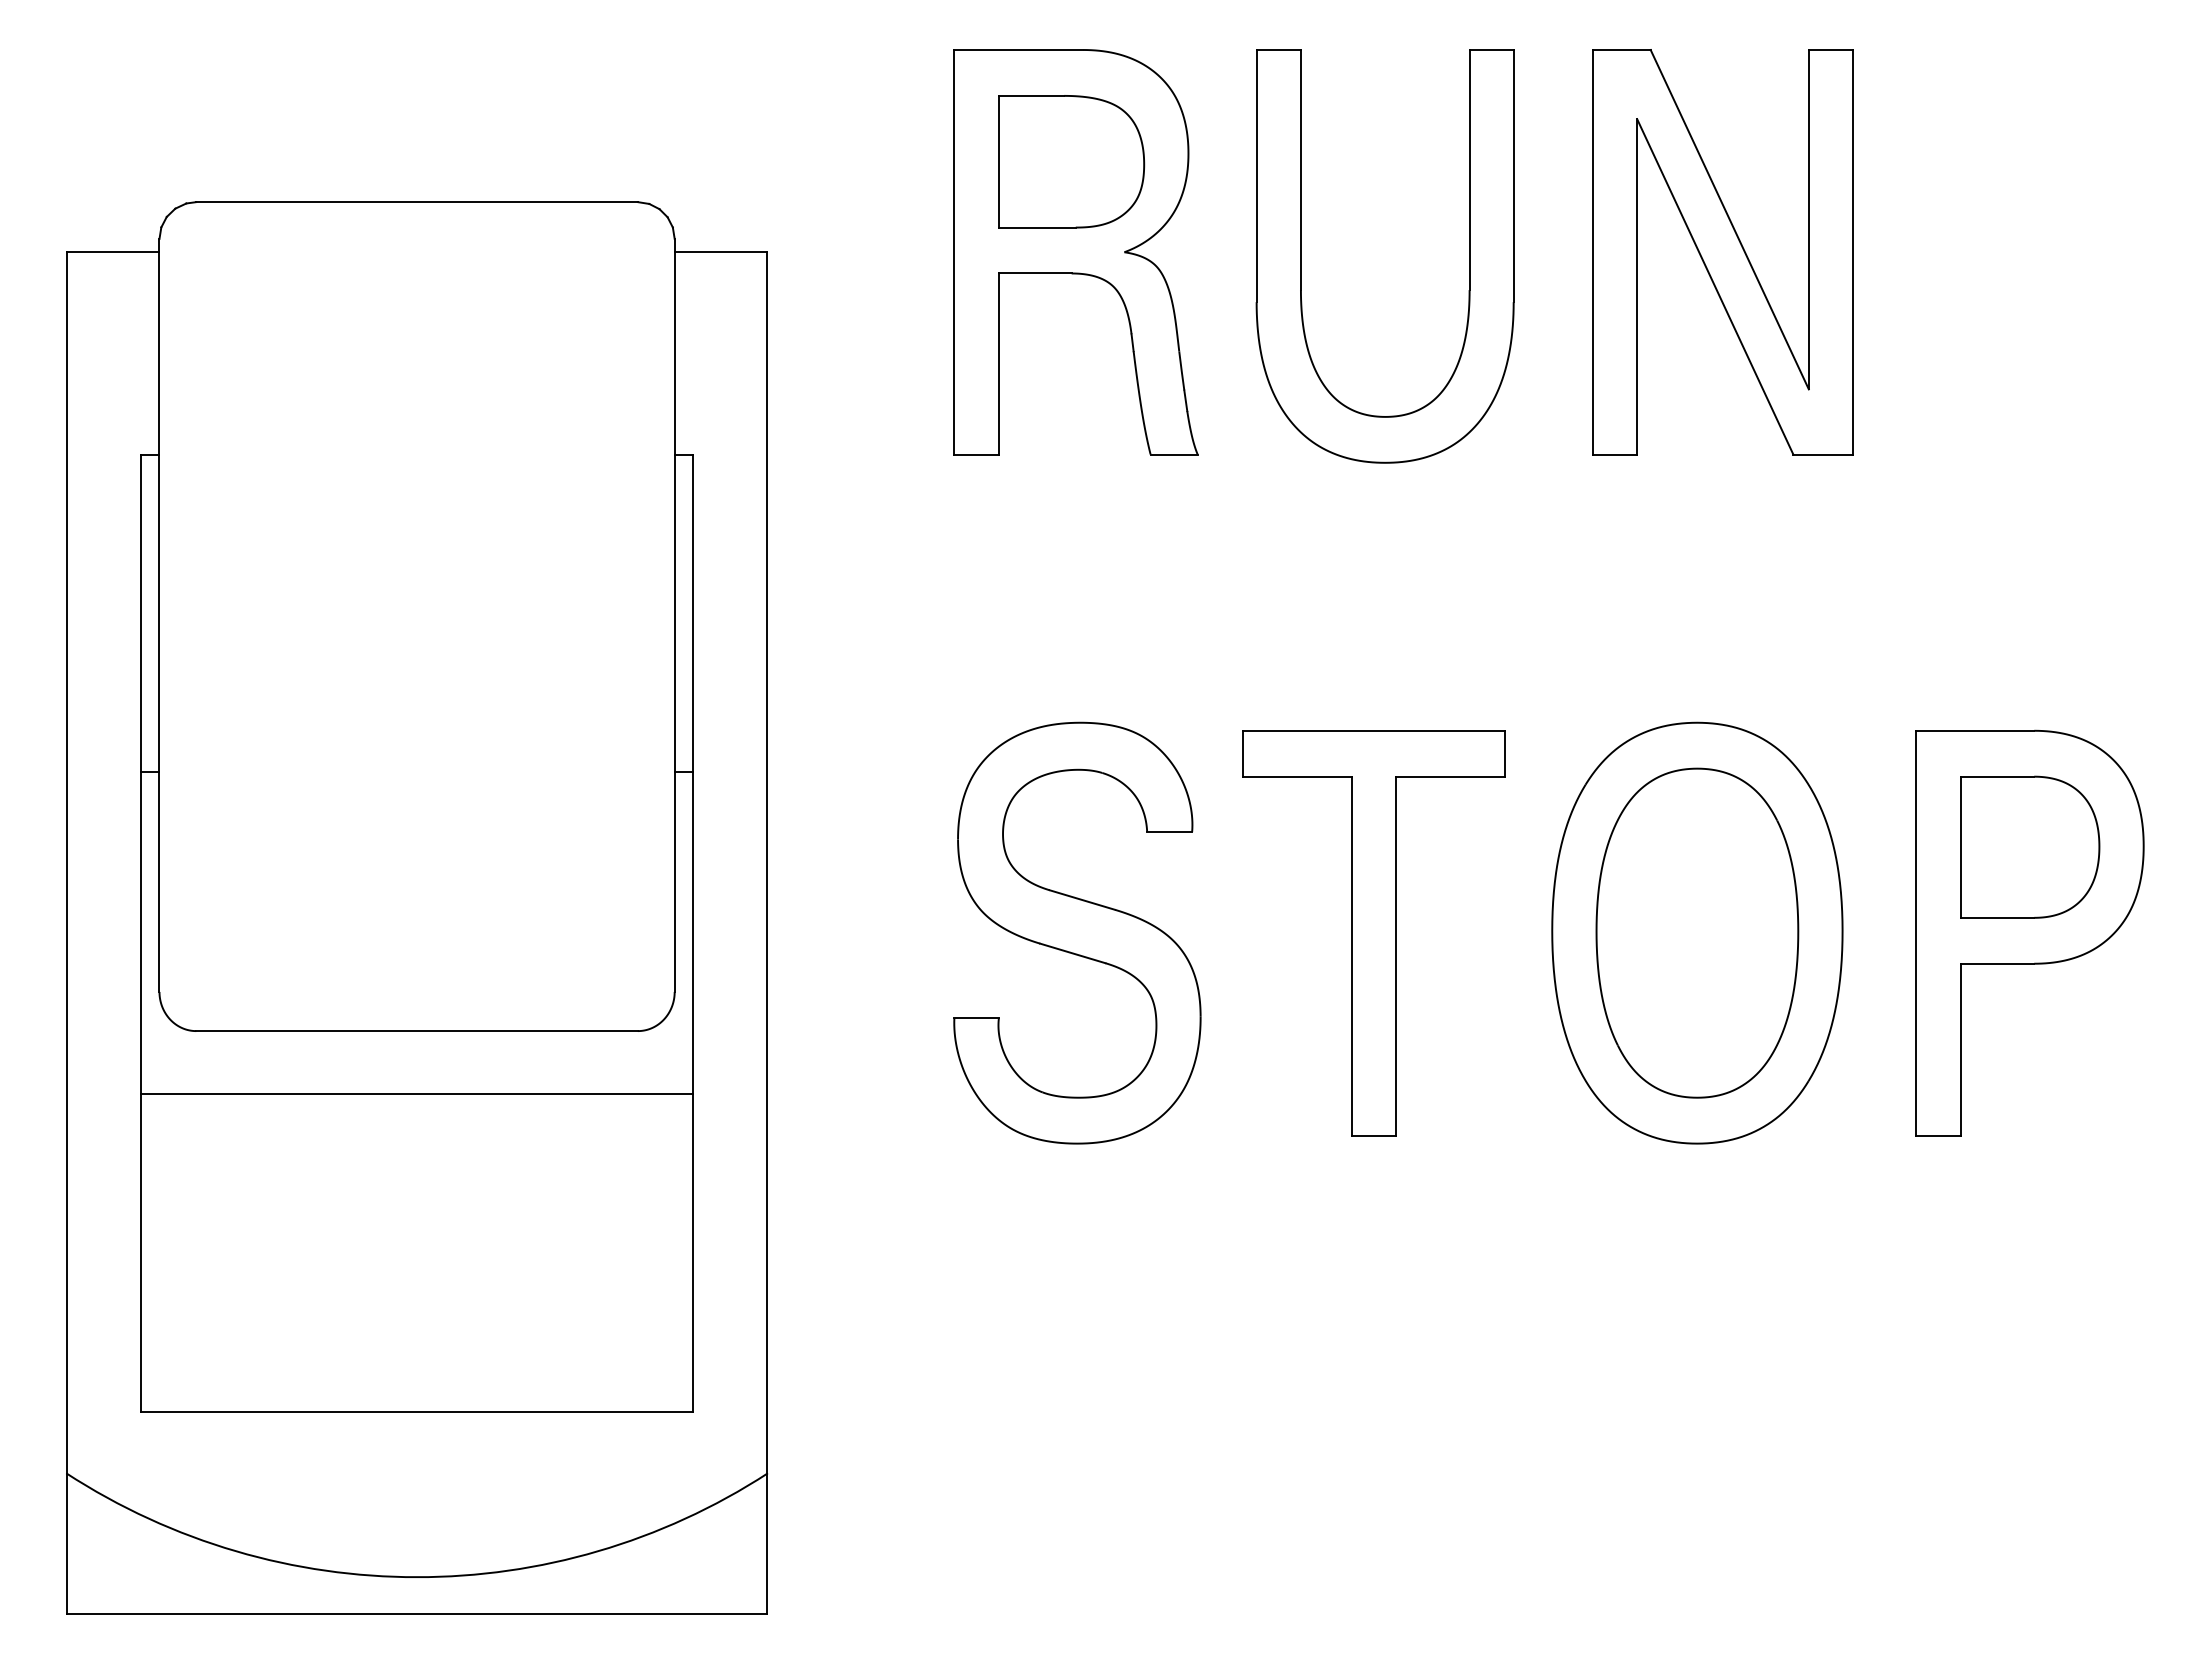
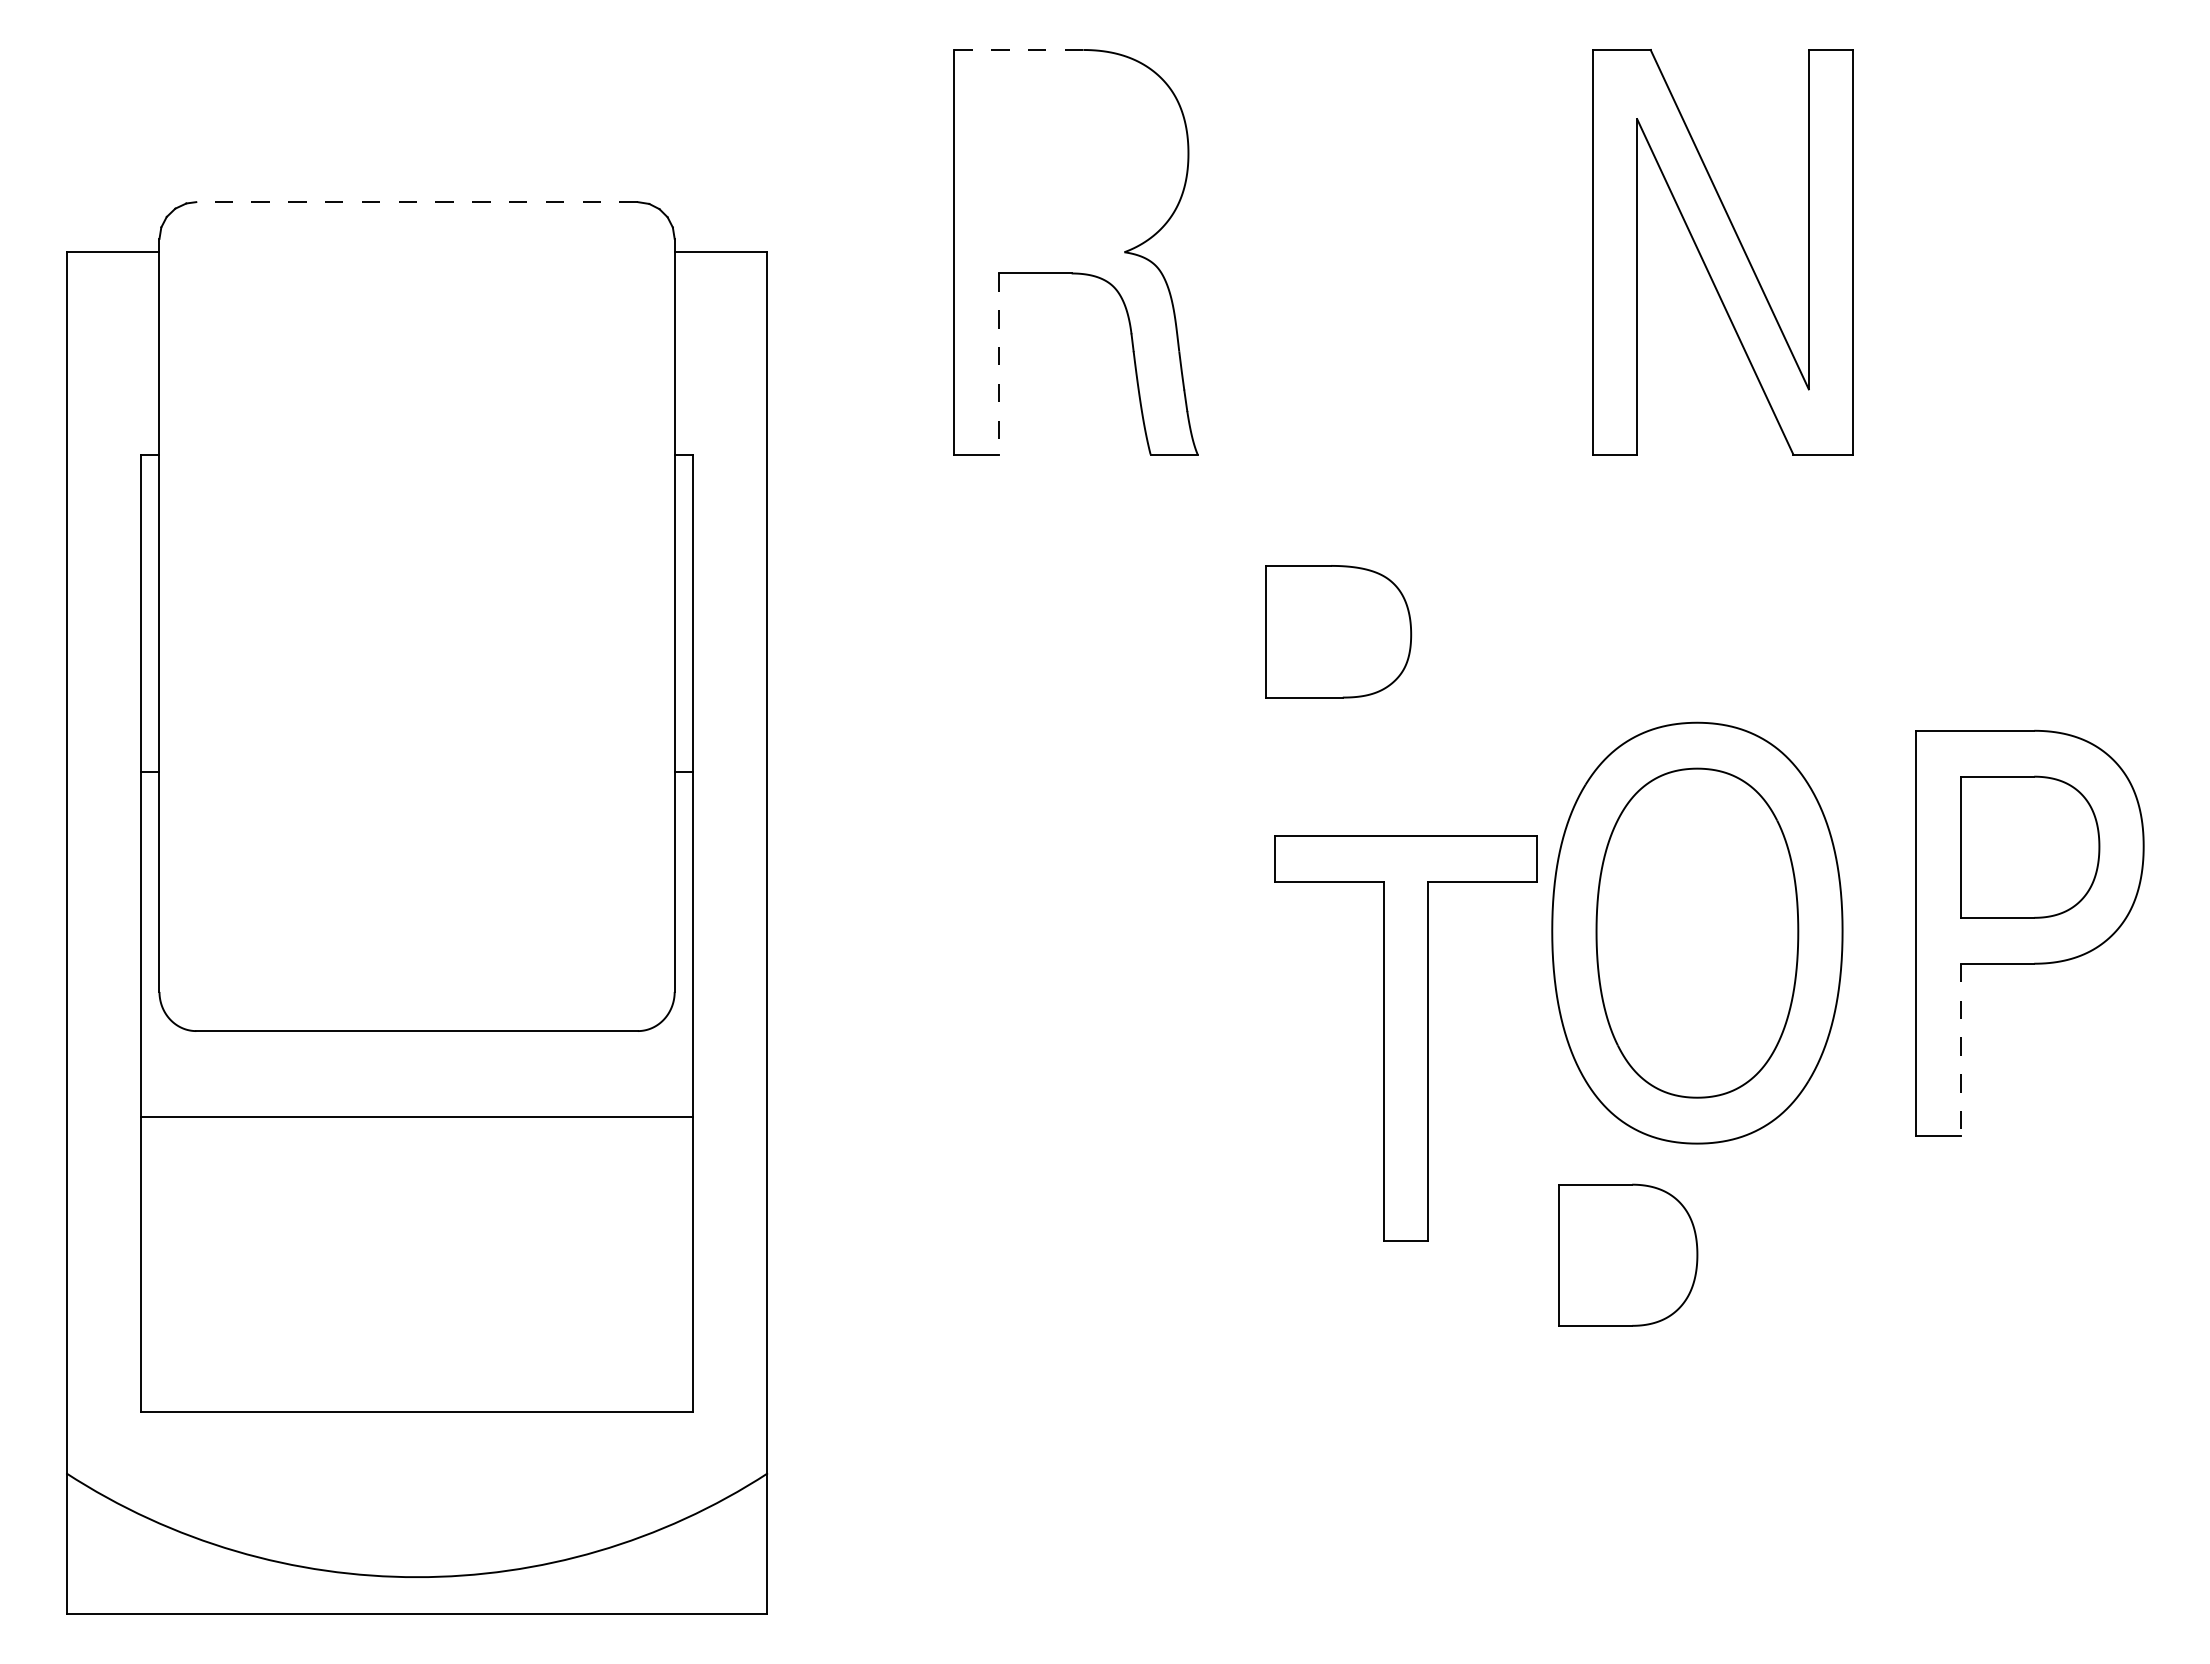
line at (1019, 50): solid -> dashed
part at (1071, 161) position: (1071, 161) -> (1338, 631)
line at (417, 202): solid -> dashed
part at (1301, 256): present -> none
line at (998, 364): solid -> dashed
part at (1077, 932): present -> none
part at (1373, 933) position: (1373, 933) -> (1405, 1038)
line at (1960, 1049): solid -> dashed
line at (417, 1094) position: (417, 1094) -> (417, 1117)
part at (1628, 1254): none -> present
